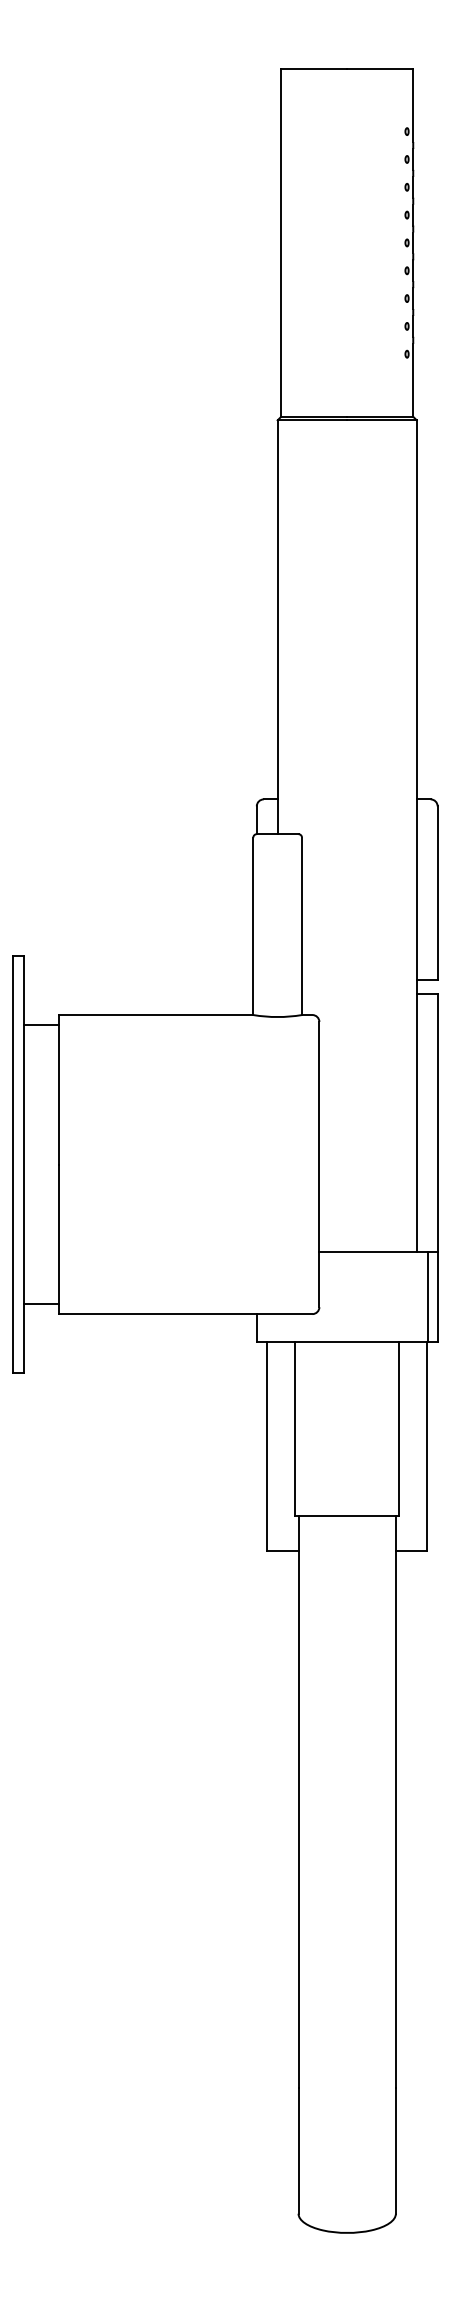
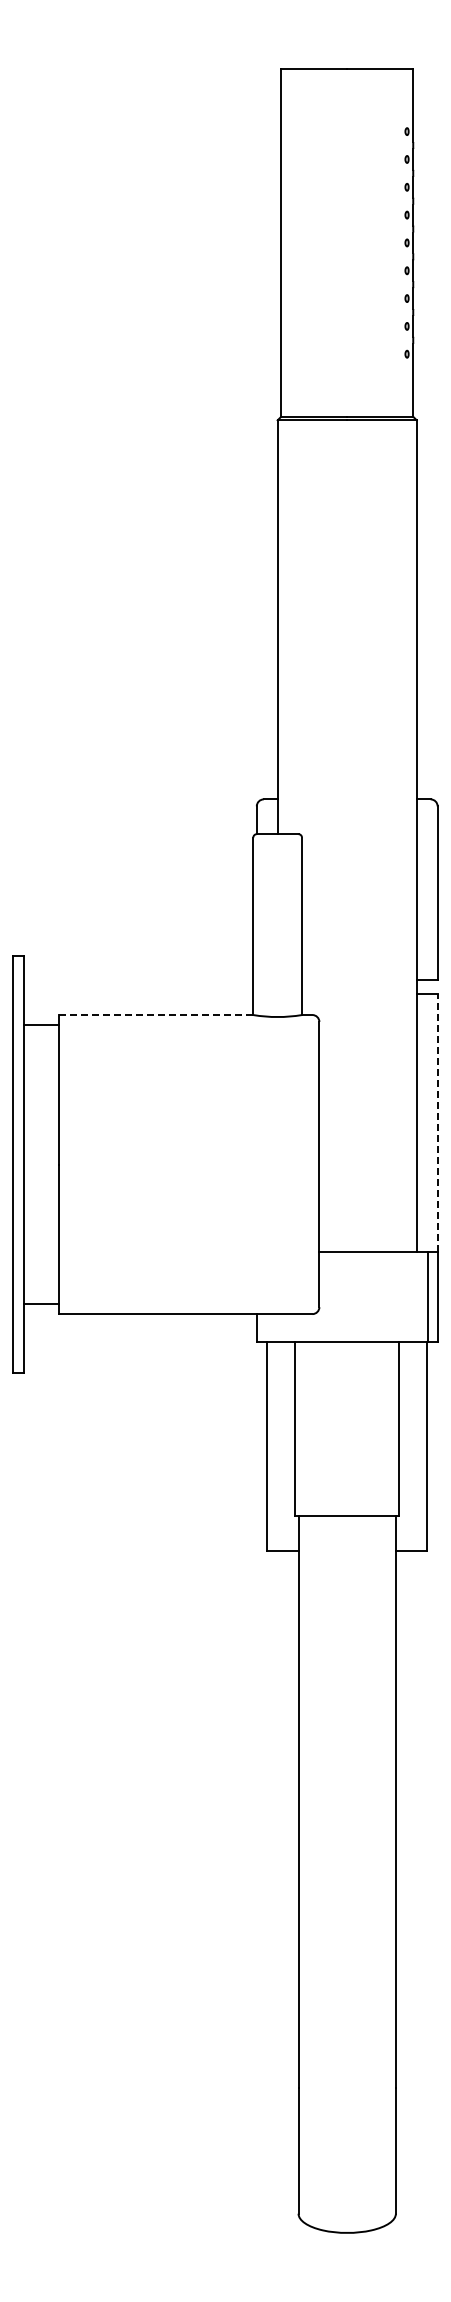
line at (155, 1015): solid -> dashed
line at (437, 1122): solid -> dashed
